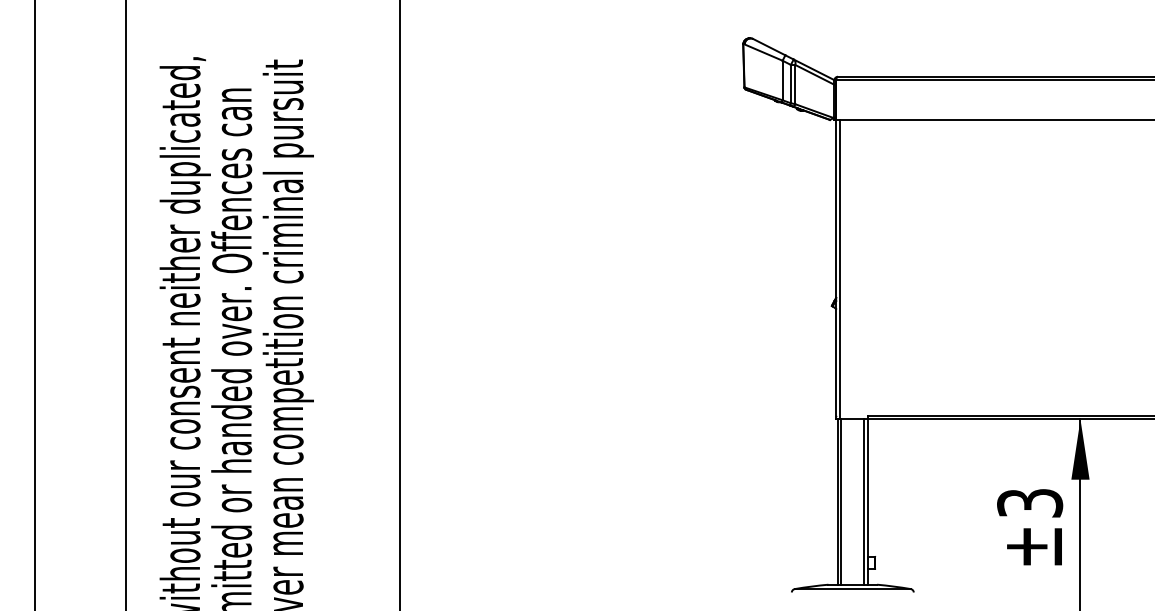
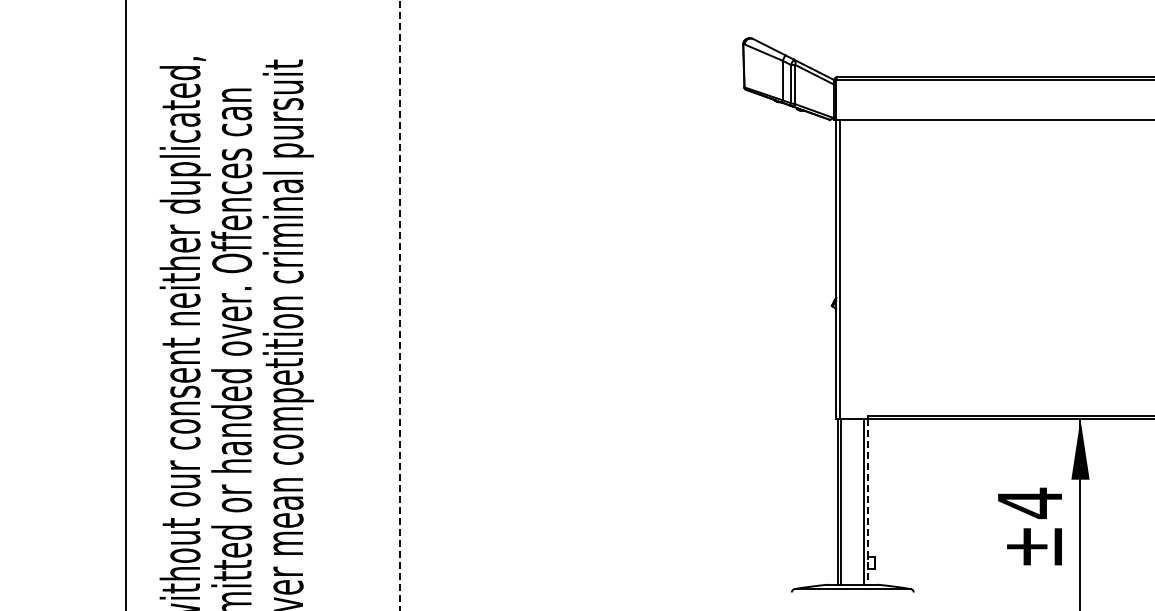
line at (34, 304): present -> none
line at (399, 305): solid -> dashed
line at (868, 502): solid -> dashed
text at (1030, 503): ±3 -> ±4
